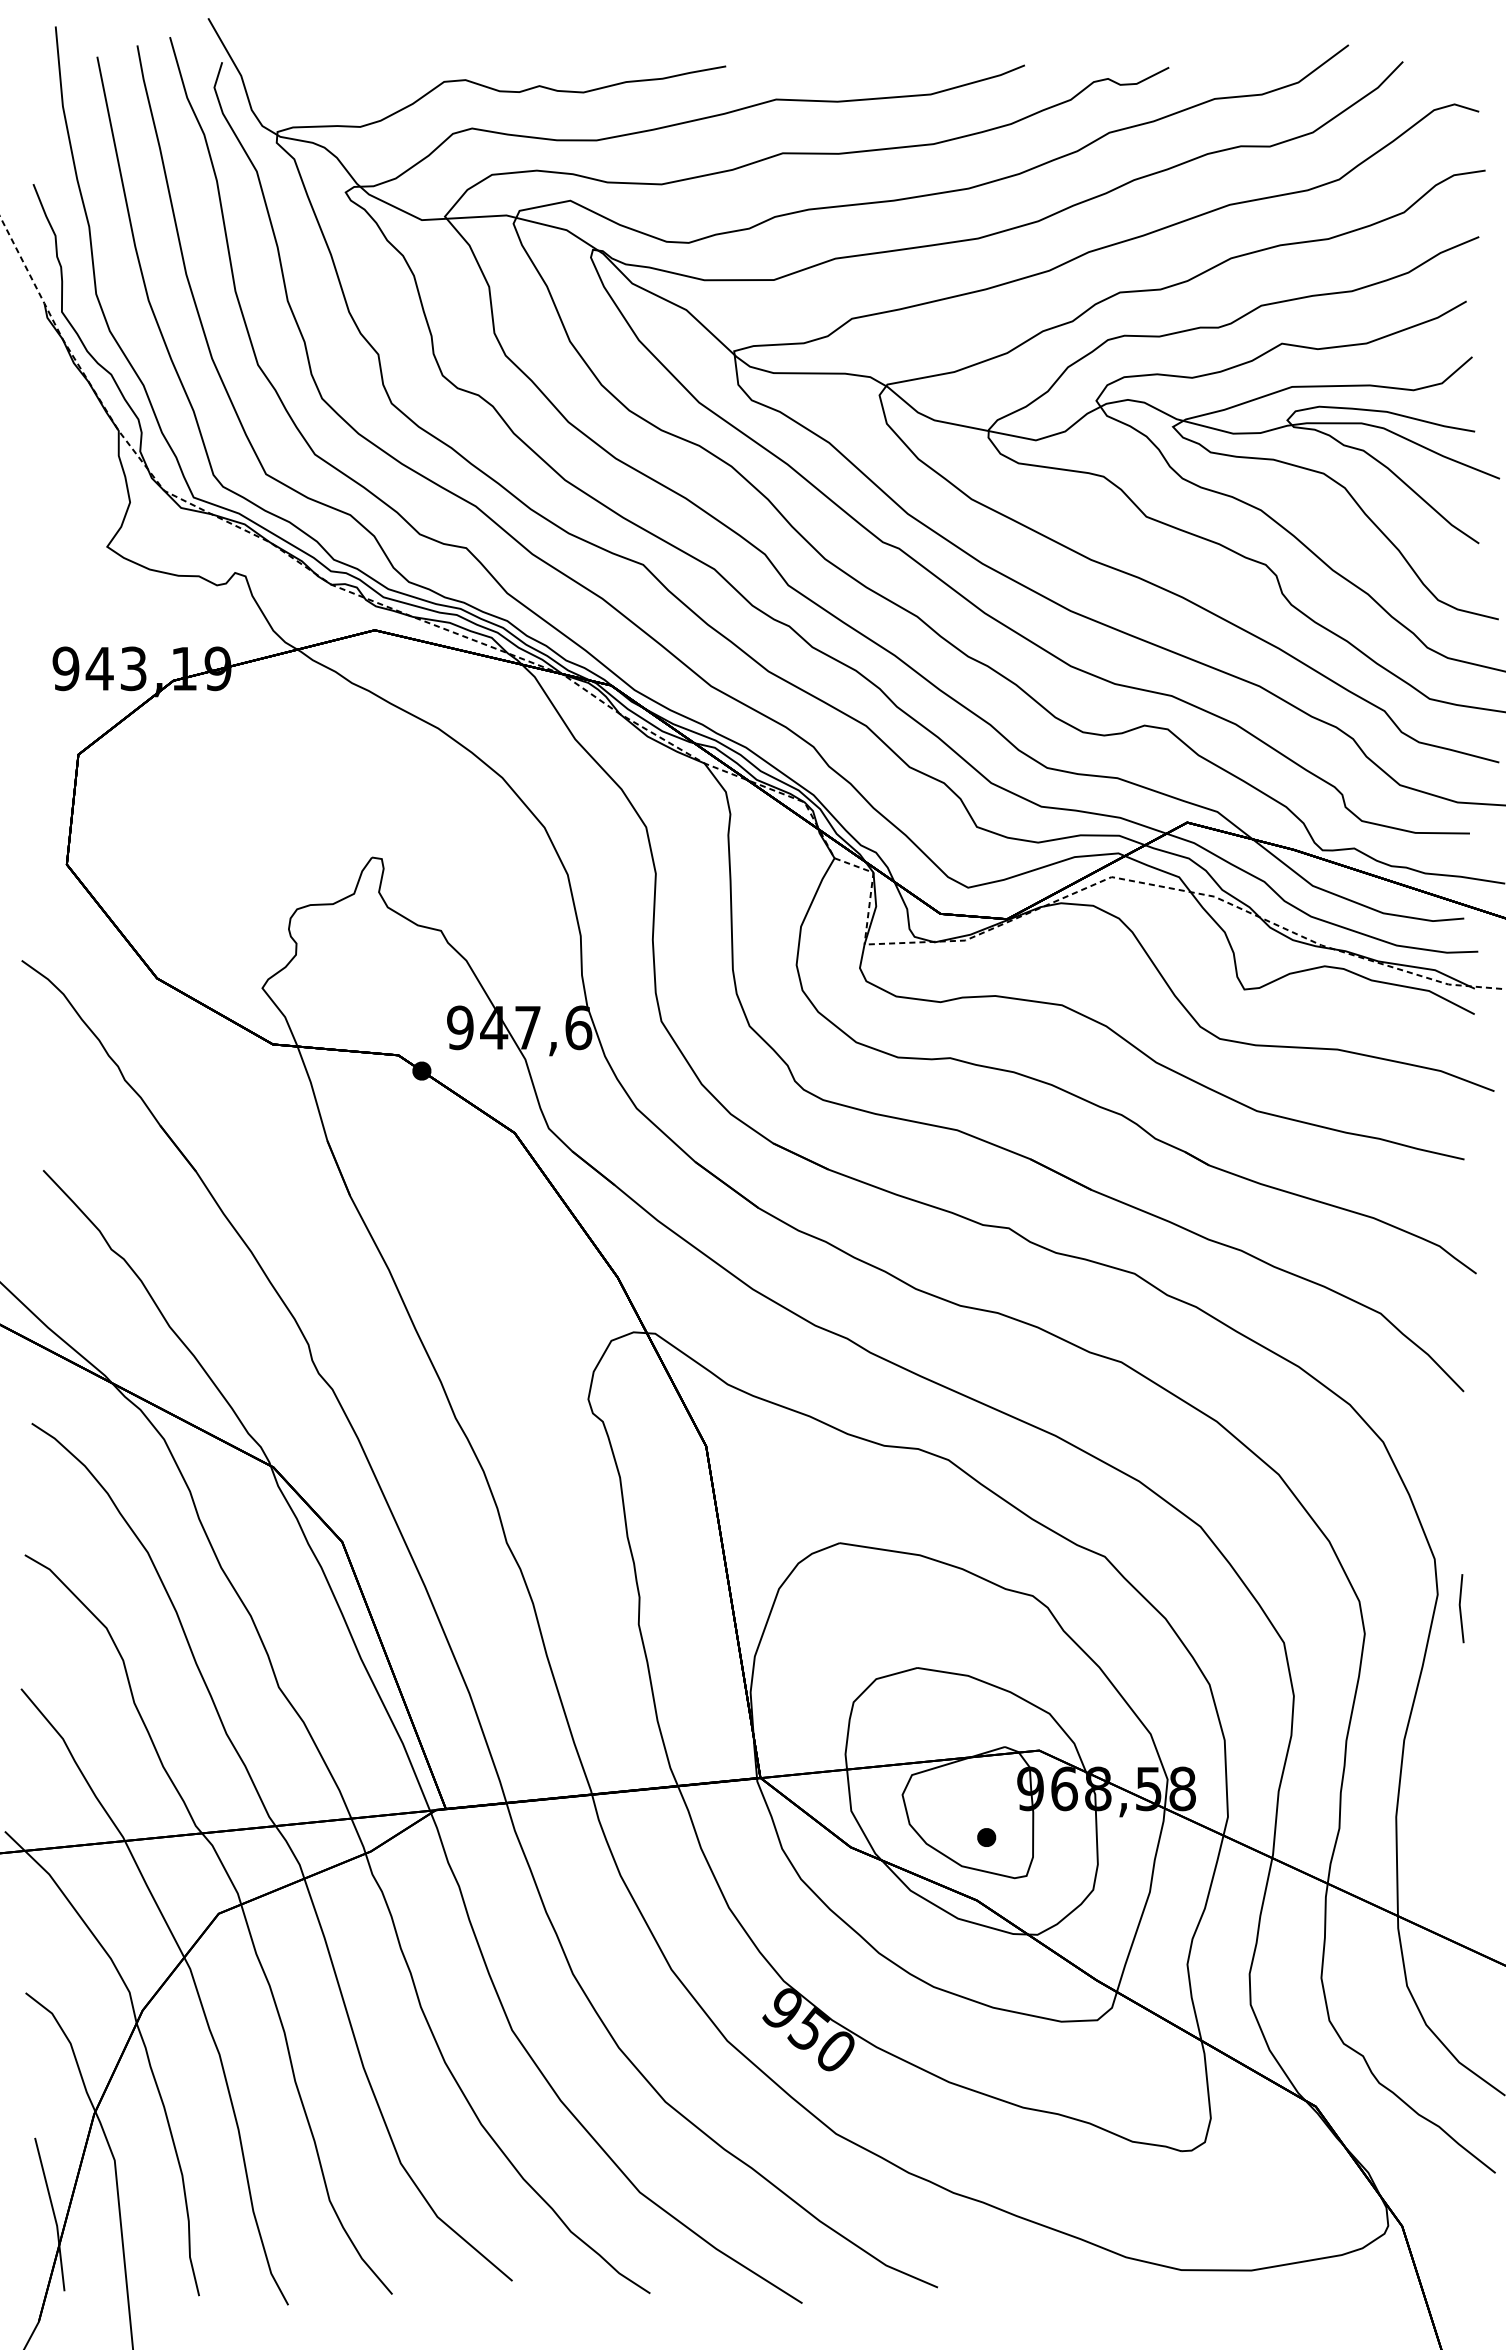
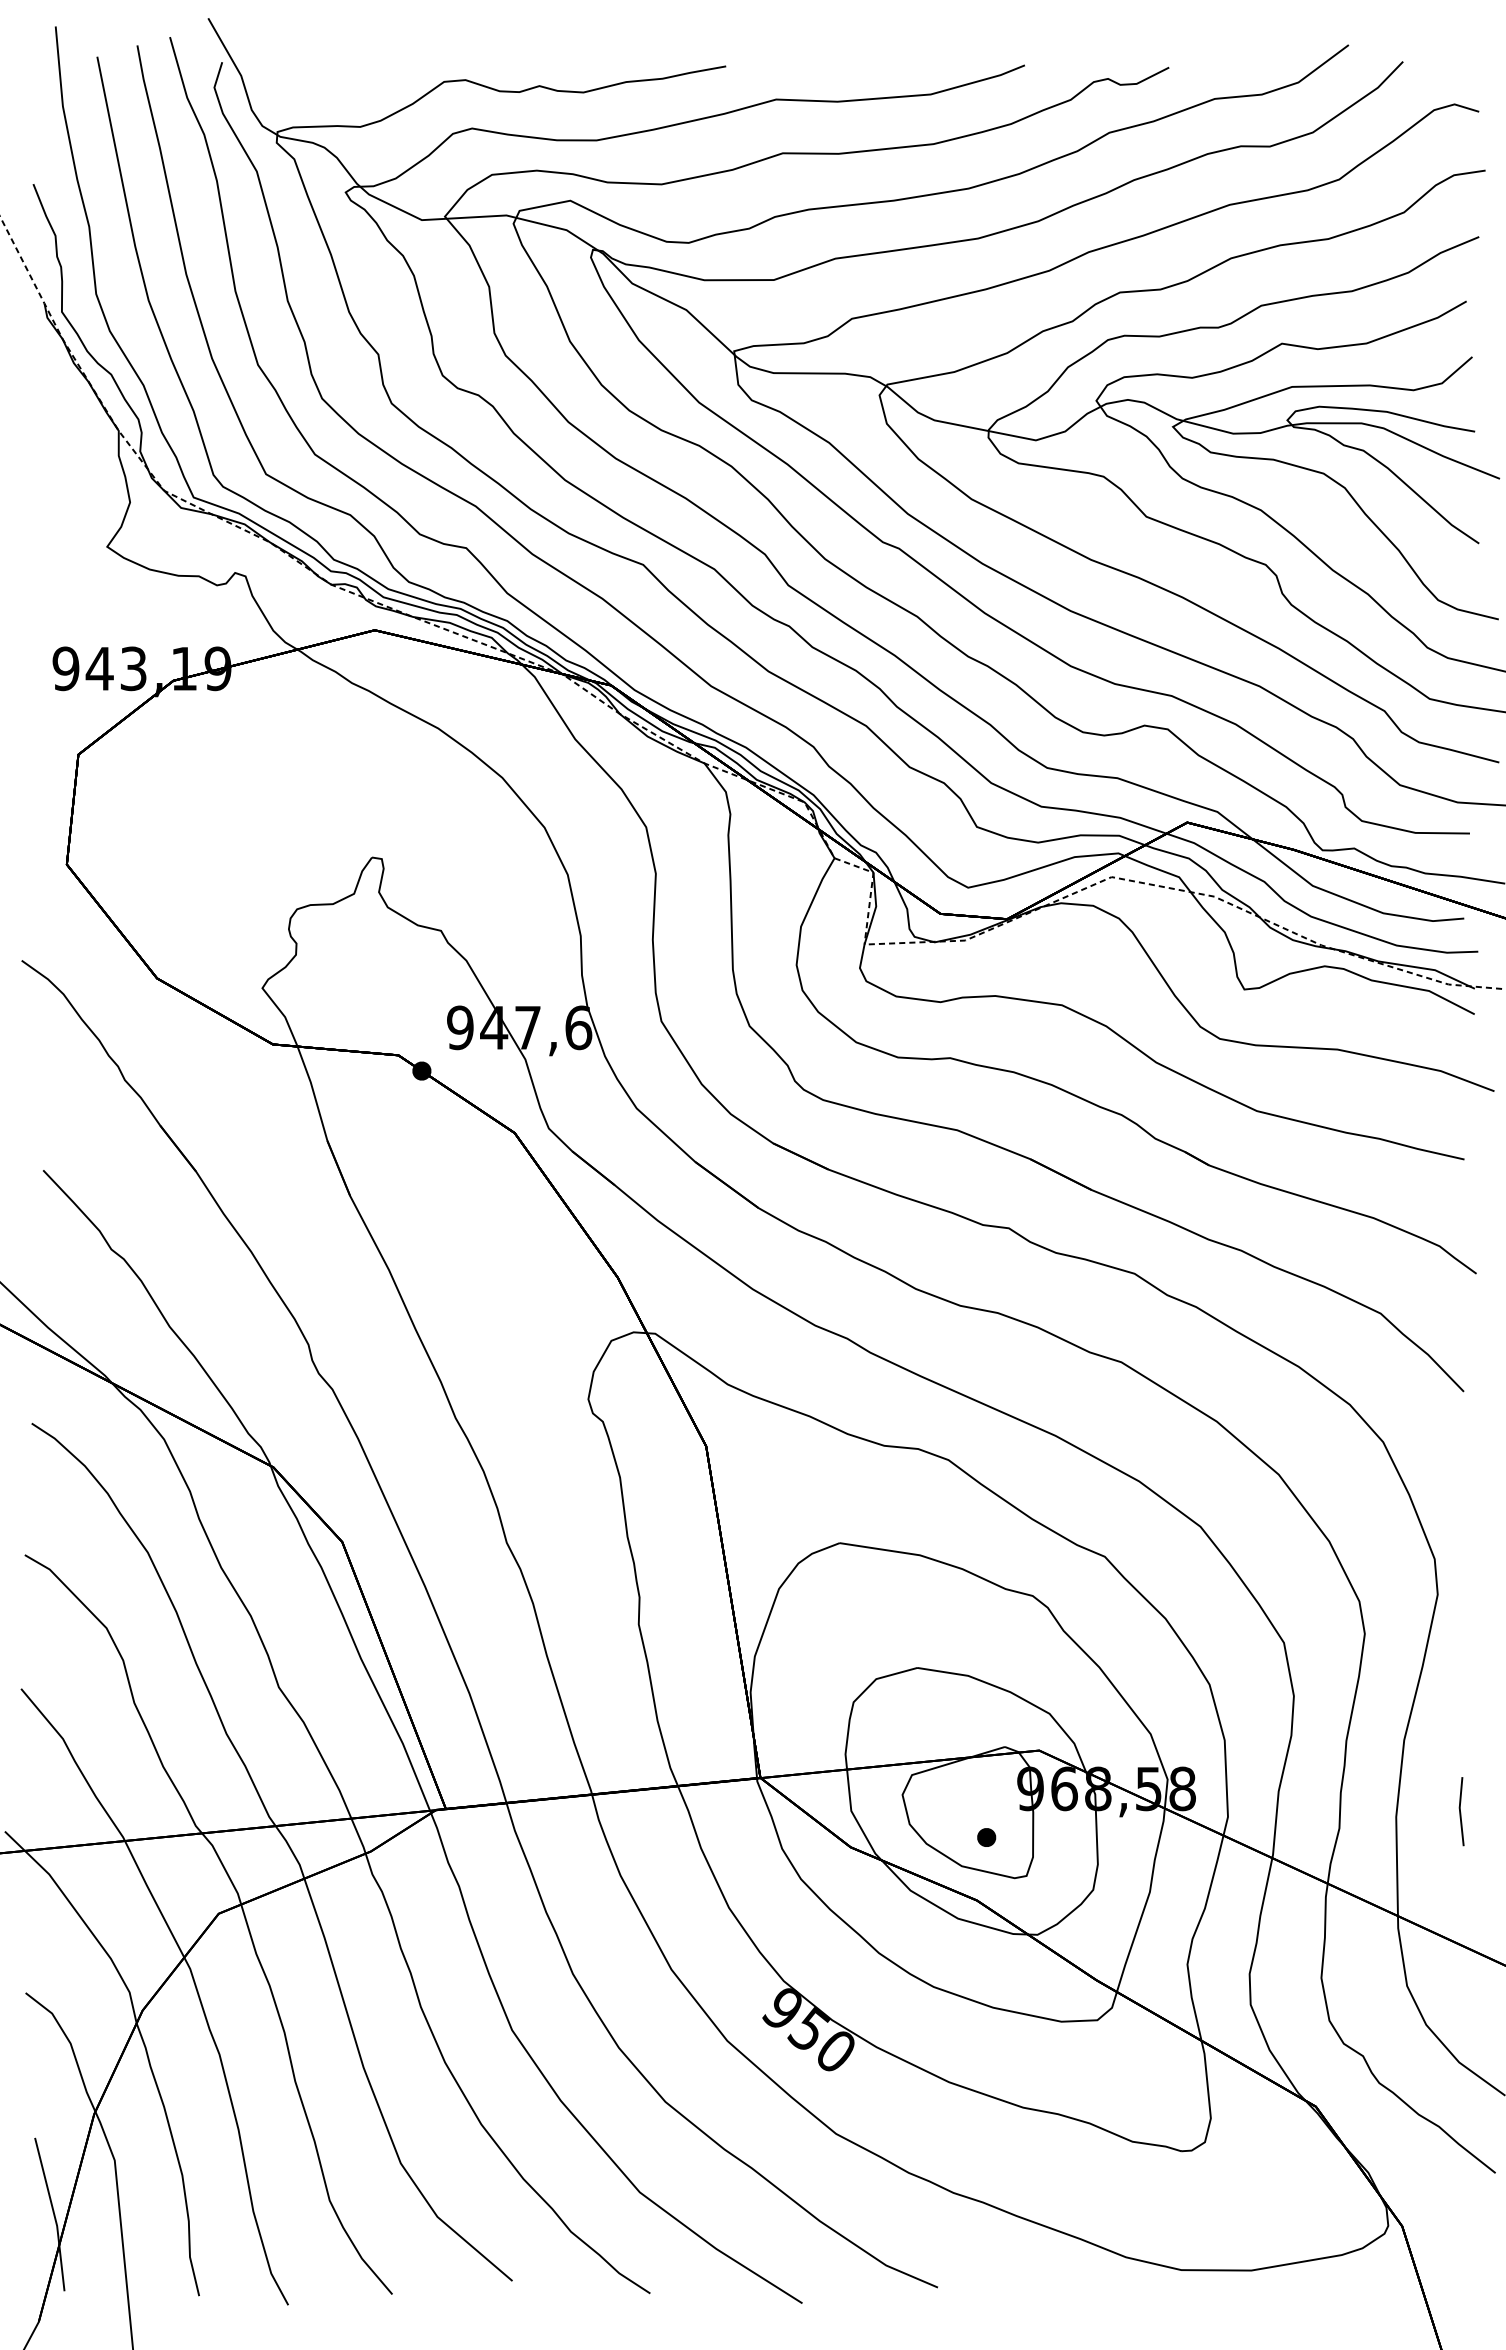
line at (1460, 1608) position: (1460, 1608) -> (1460, 1811)
